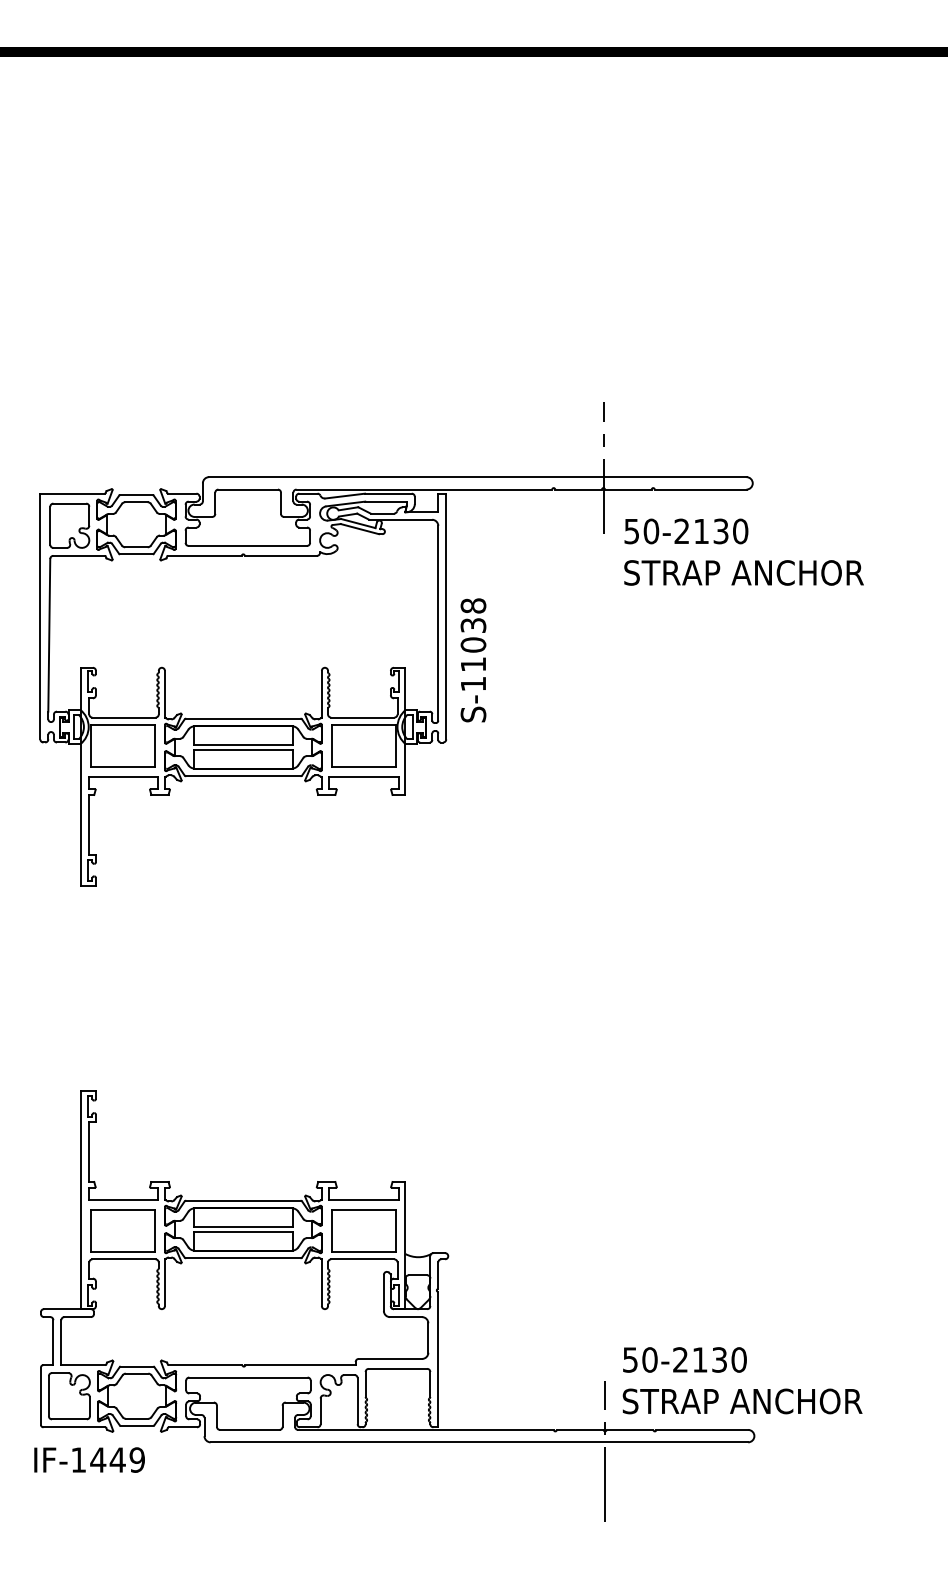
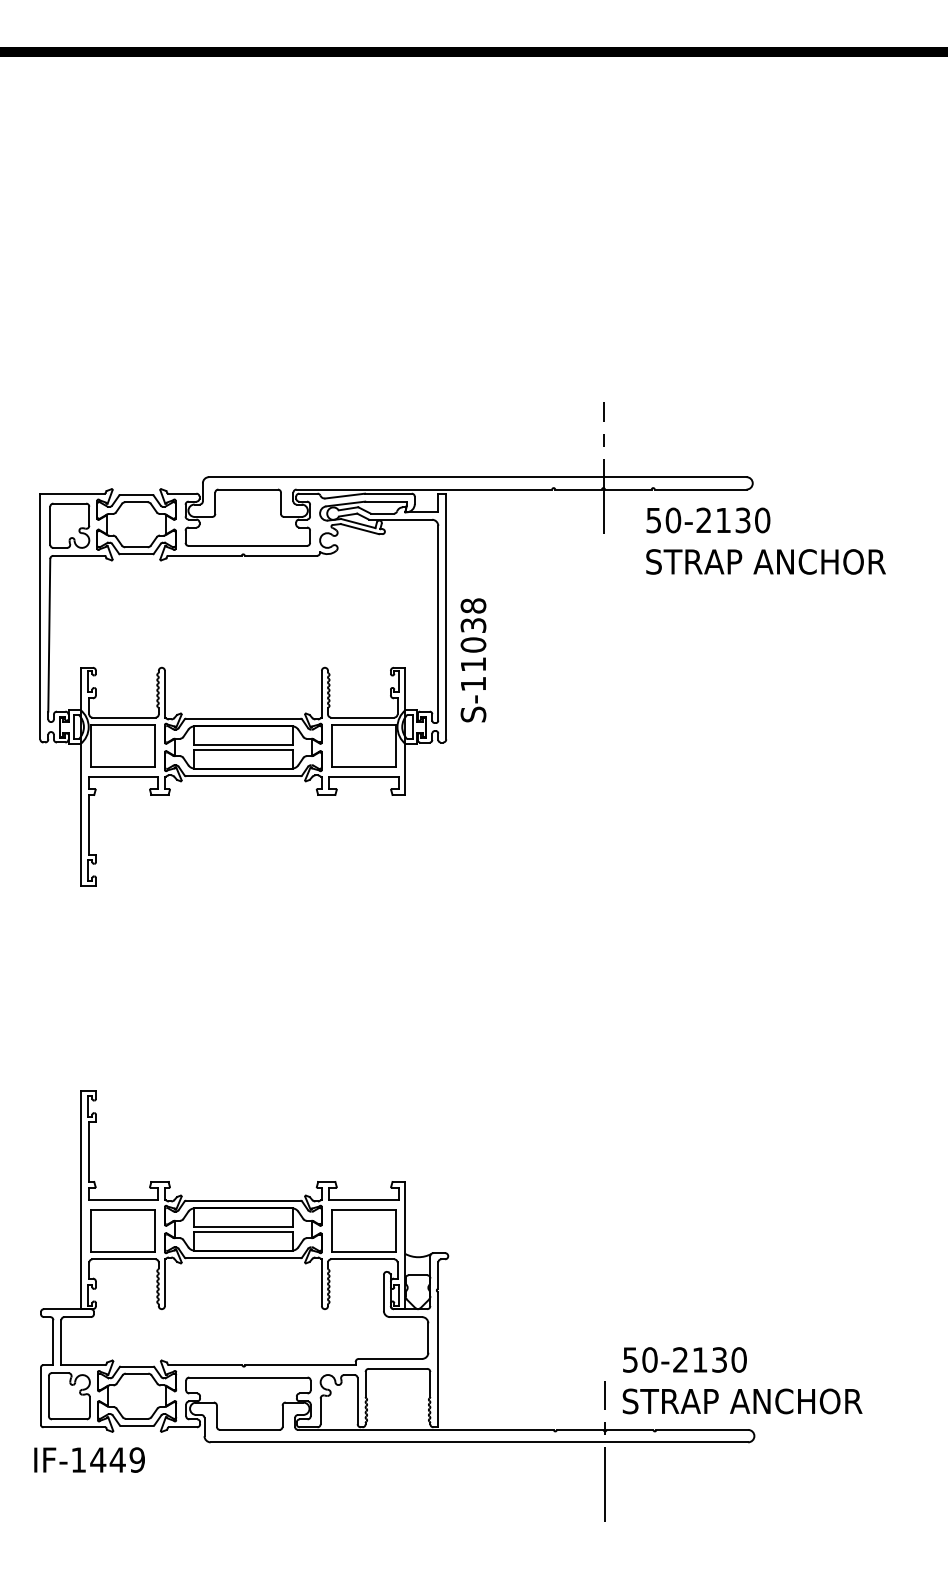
text at (743, 551) position: (743, 551) -> (765, 540)
